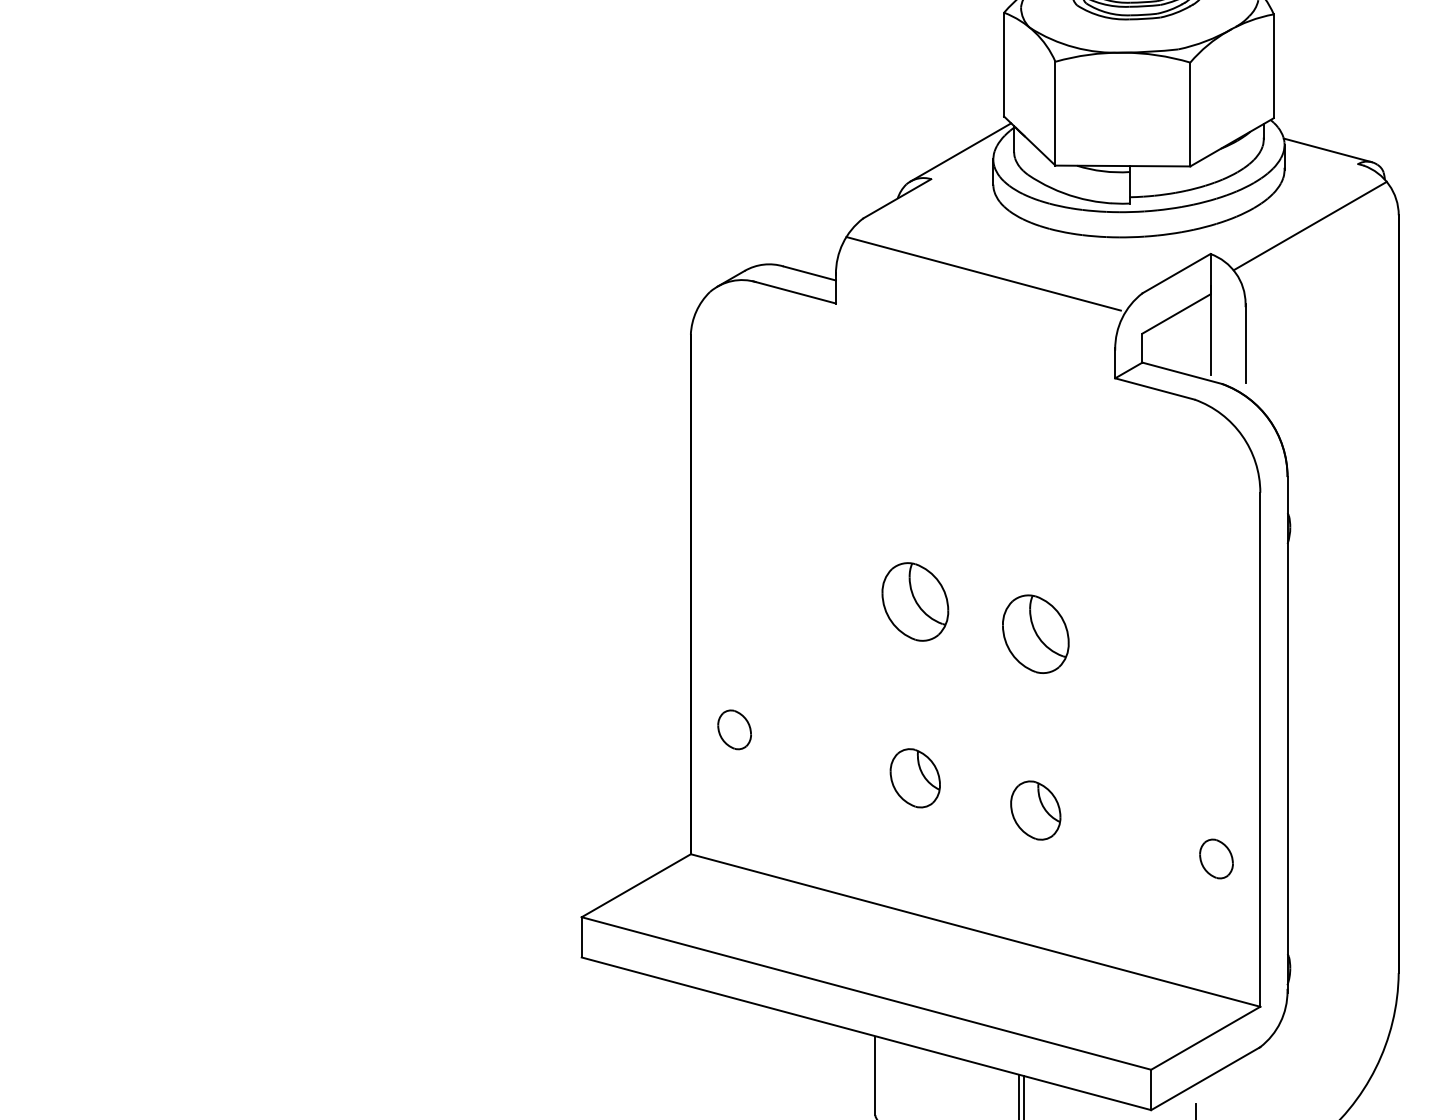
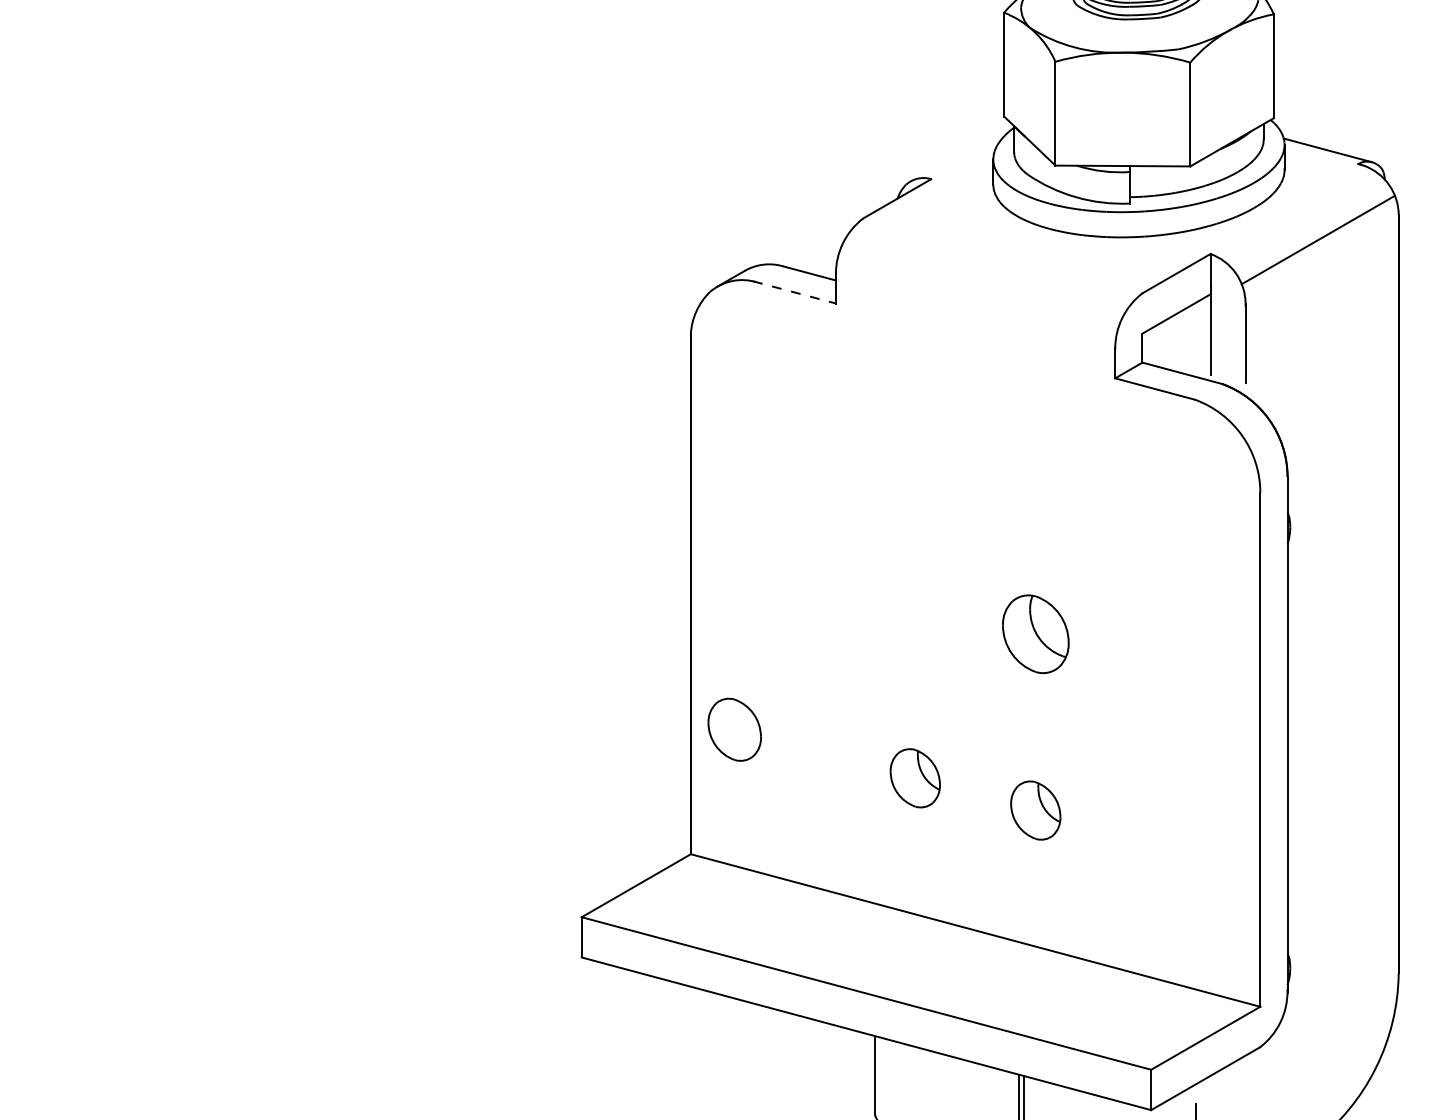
line at (960, 152): present -> none
line at (1309, 225) position: (1309, 225) -> (1317, 239)
line at (983, 273): present -> none
line at (794, 292): solid -> dashed
part at (915, 601): present -> none
part at (734, 729) size: 35x42 px -> 55x65 px
part at (1216, 858): present -> none
